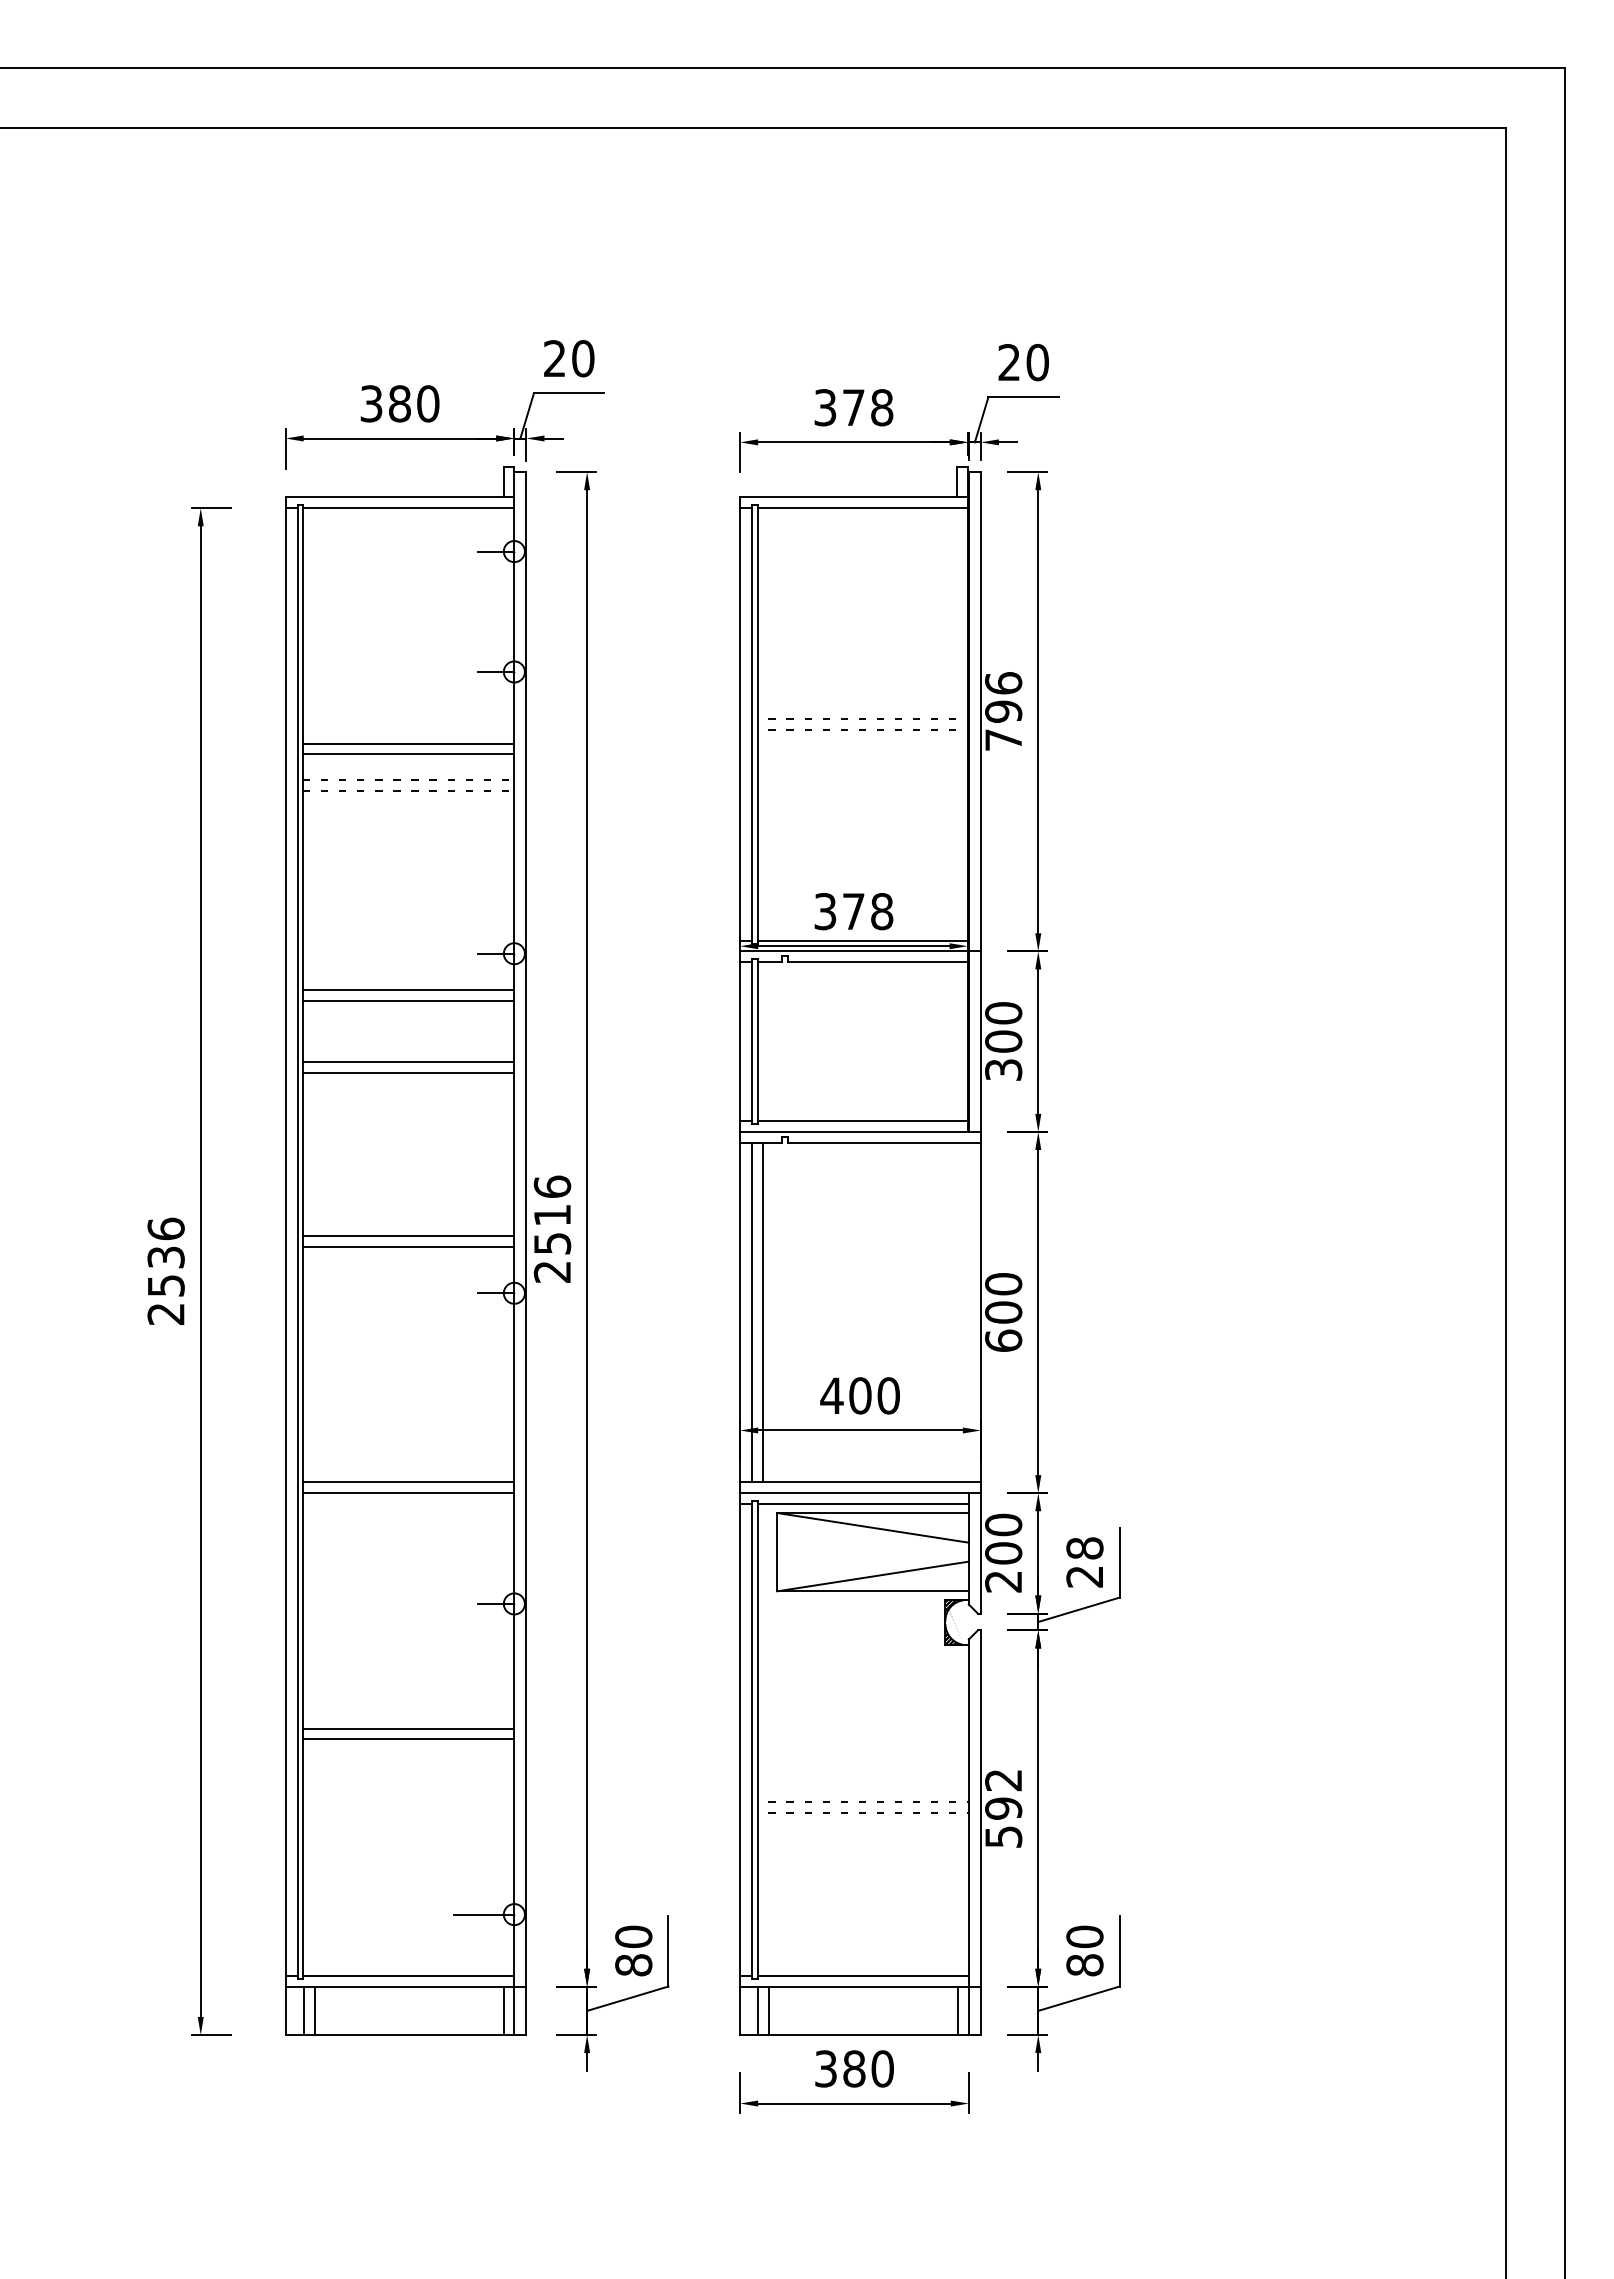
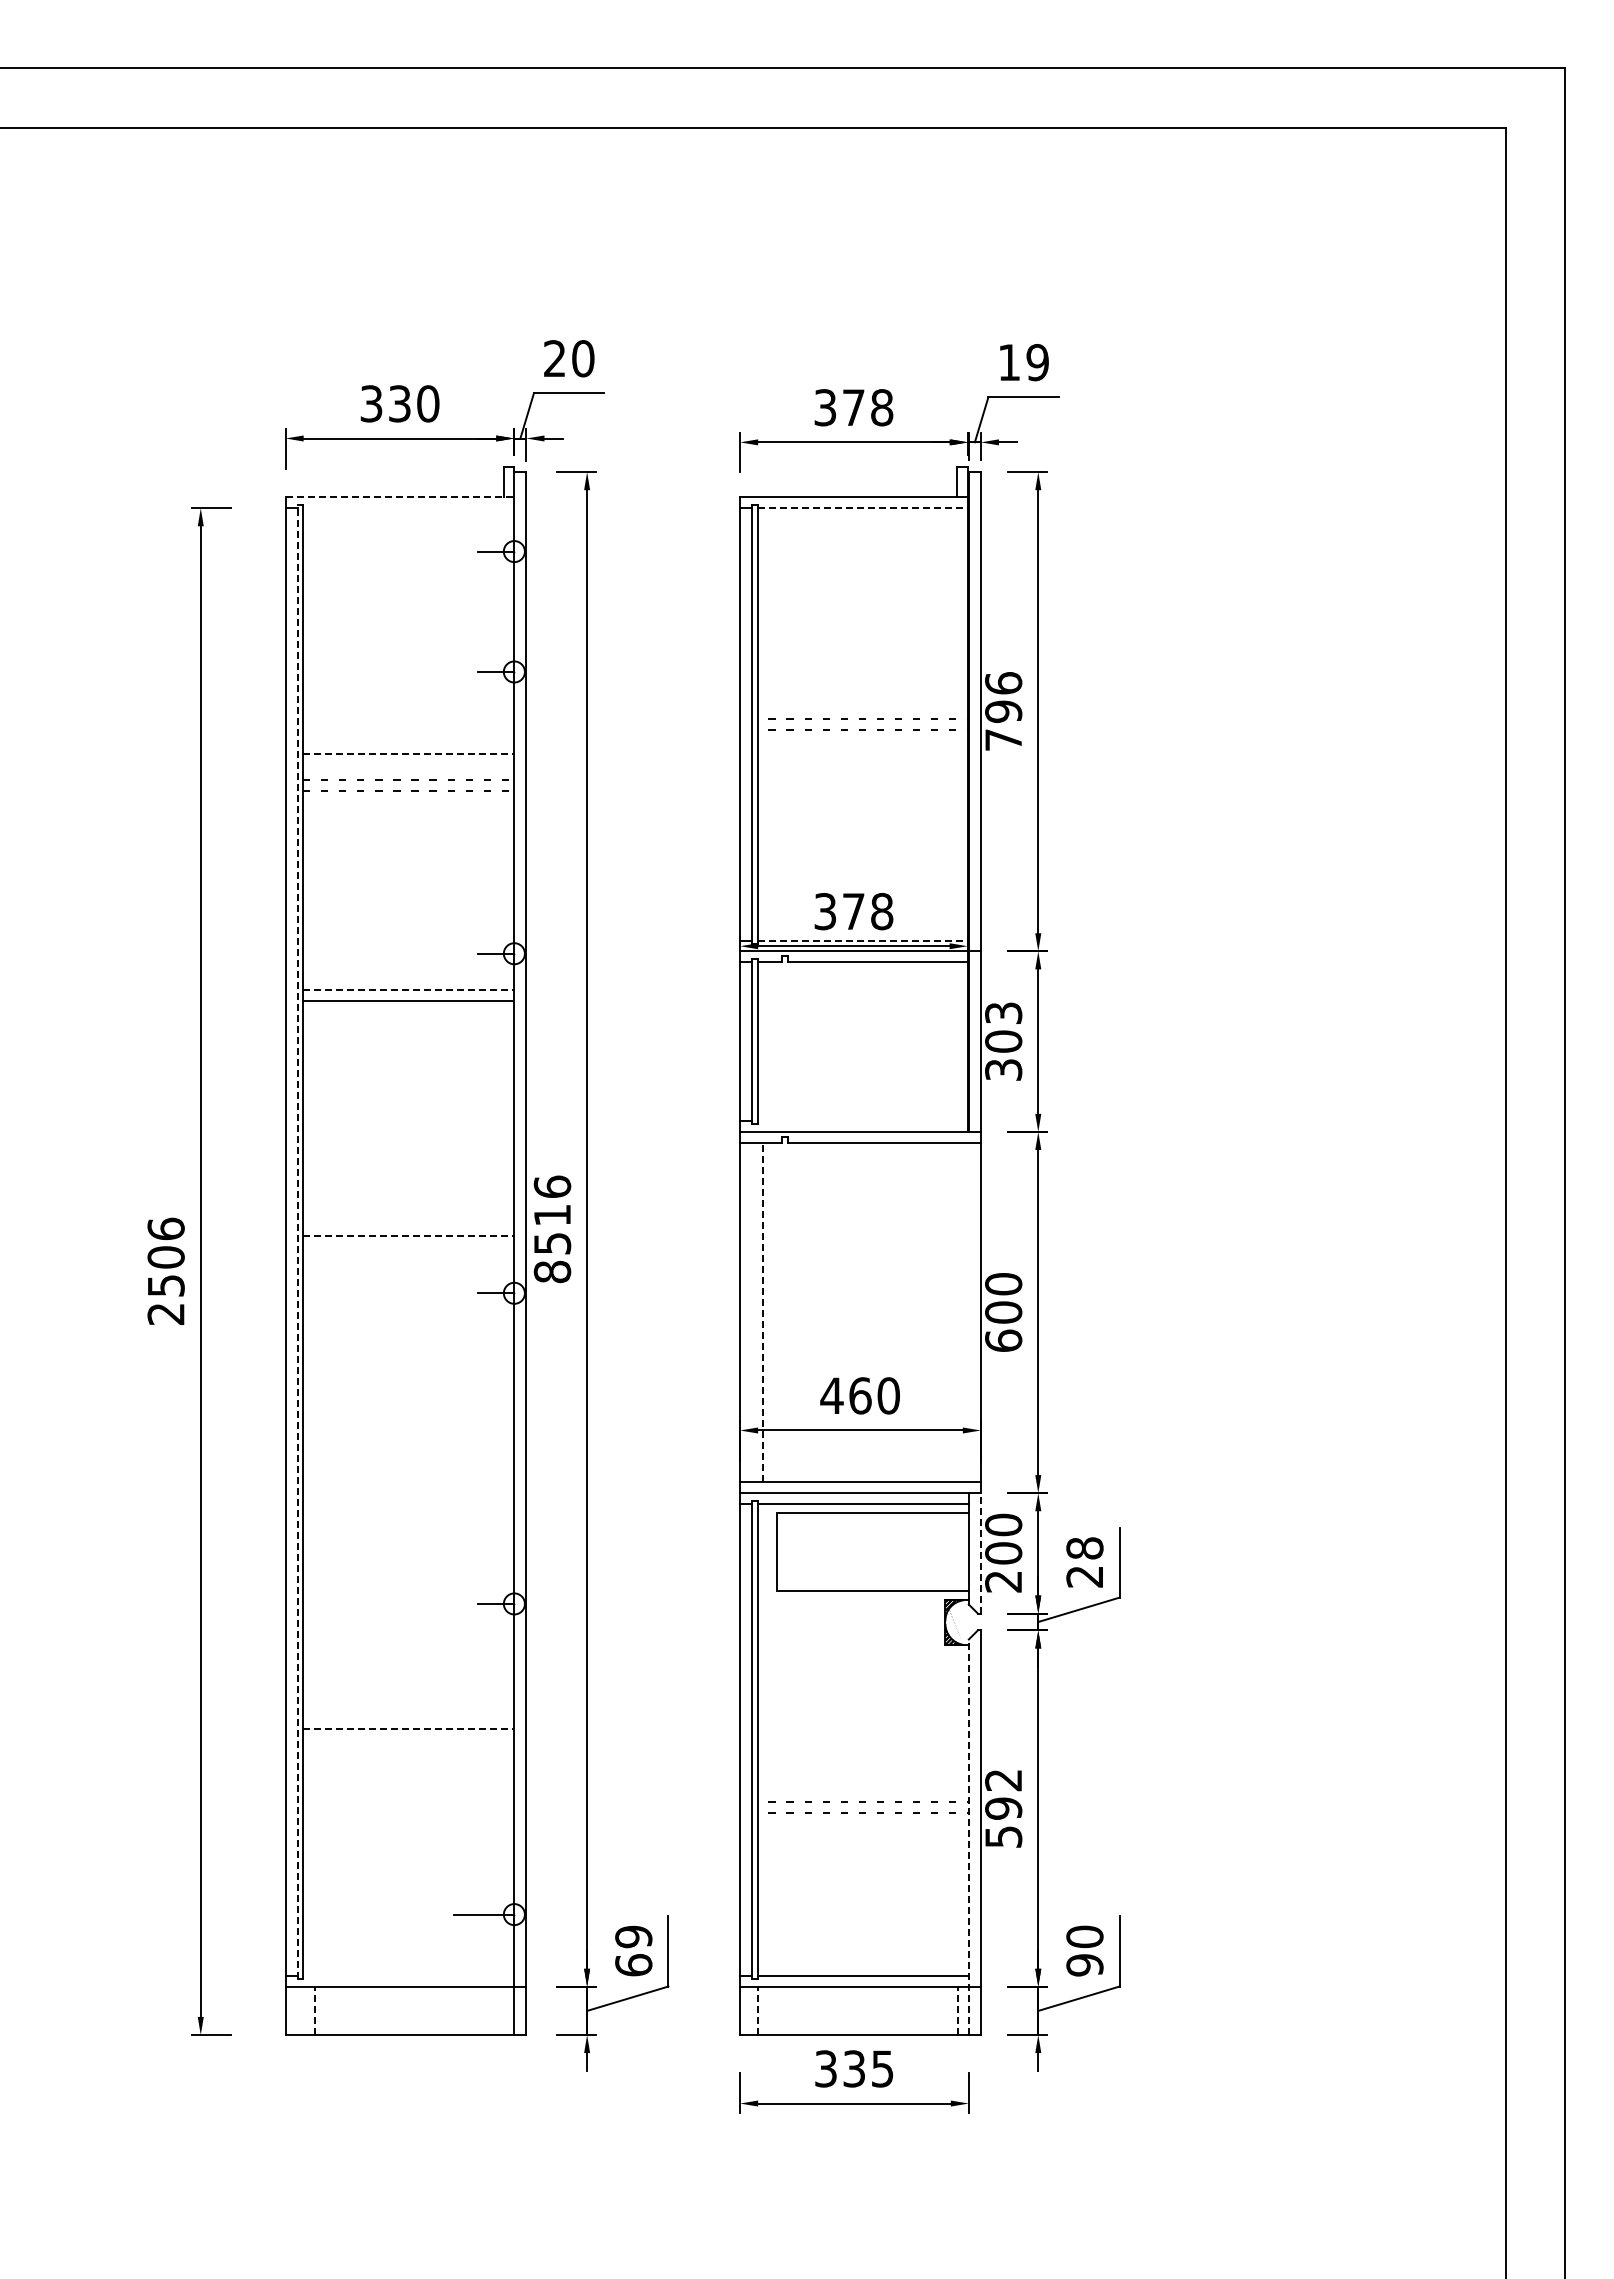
text at (1023, 362): 20 -> 19
text at (399, 403): 380 -> 330
line at (400, 497): solid -> dashed
line at (408, 508): present -> none
line at (863, 508): solid -> dashed
line at (408, 743): present -> none
line at (408, 754): solid -> dashed
line at (863, 940): solid -> dashed
line at (408, 989): solid -> dashed
text at (1003, 1013): 300 -> 303
line at (408, 1062): present -> none
line at (408, 1072): present -> none
line at (862, 1121): present -> none
line at (408, 1236): solid -> dashed
line at (297, 1242): solid -> dashed
line at (408, 1246): present -> none
text at (165, 1257): 2536 -> 2506
text at (552, 1271): 2516 -> 8516
line at (752, 1312): present -> none
line at (762, 1312): solid -> dashed
text at (860, 1395): 400 -> 460
line at (408, 1482): present -> none
line at (408, 1493): present -> none
line at (872, 1527): present -> none
line at (980, 1552): solid -> dashed
line at (872, 1576): present -> none
line at (408, 1728): solid -> dashed
line at (408, 1739): present -> none
line at (968, 1837): solid -> dashed
text at (633, 1950): 80 -> 69
text at (1084, 1965): 80 -> 90
line at (408, 1976): present -> none
line at (303, 2010): present -> none
line at (314, 2010): solid -> dashed
line at (503, 2010): present -> none
line at (758, 2010): solid -> dashed
line at (768, 2010): present -> none
line at (958, 2010): solid -> dashed
text at (868, 2068): 380 -> 335
